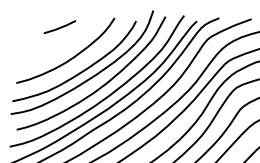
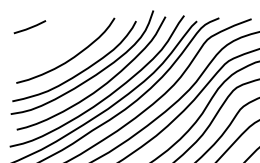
line at (59, 27) position: (59, 27) -> (29, 27)
